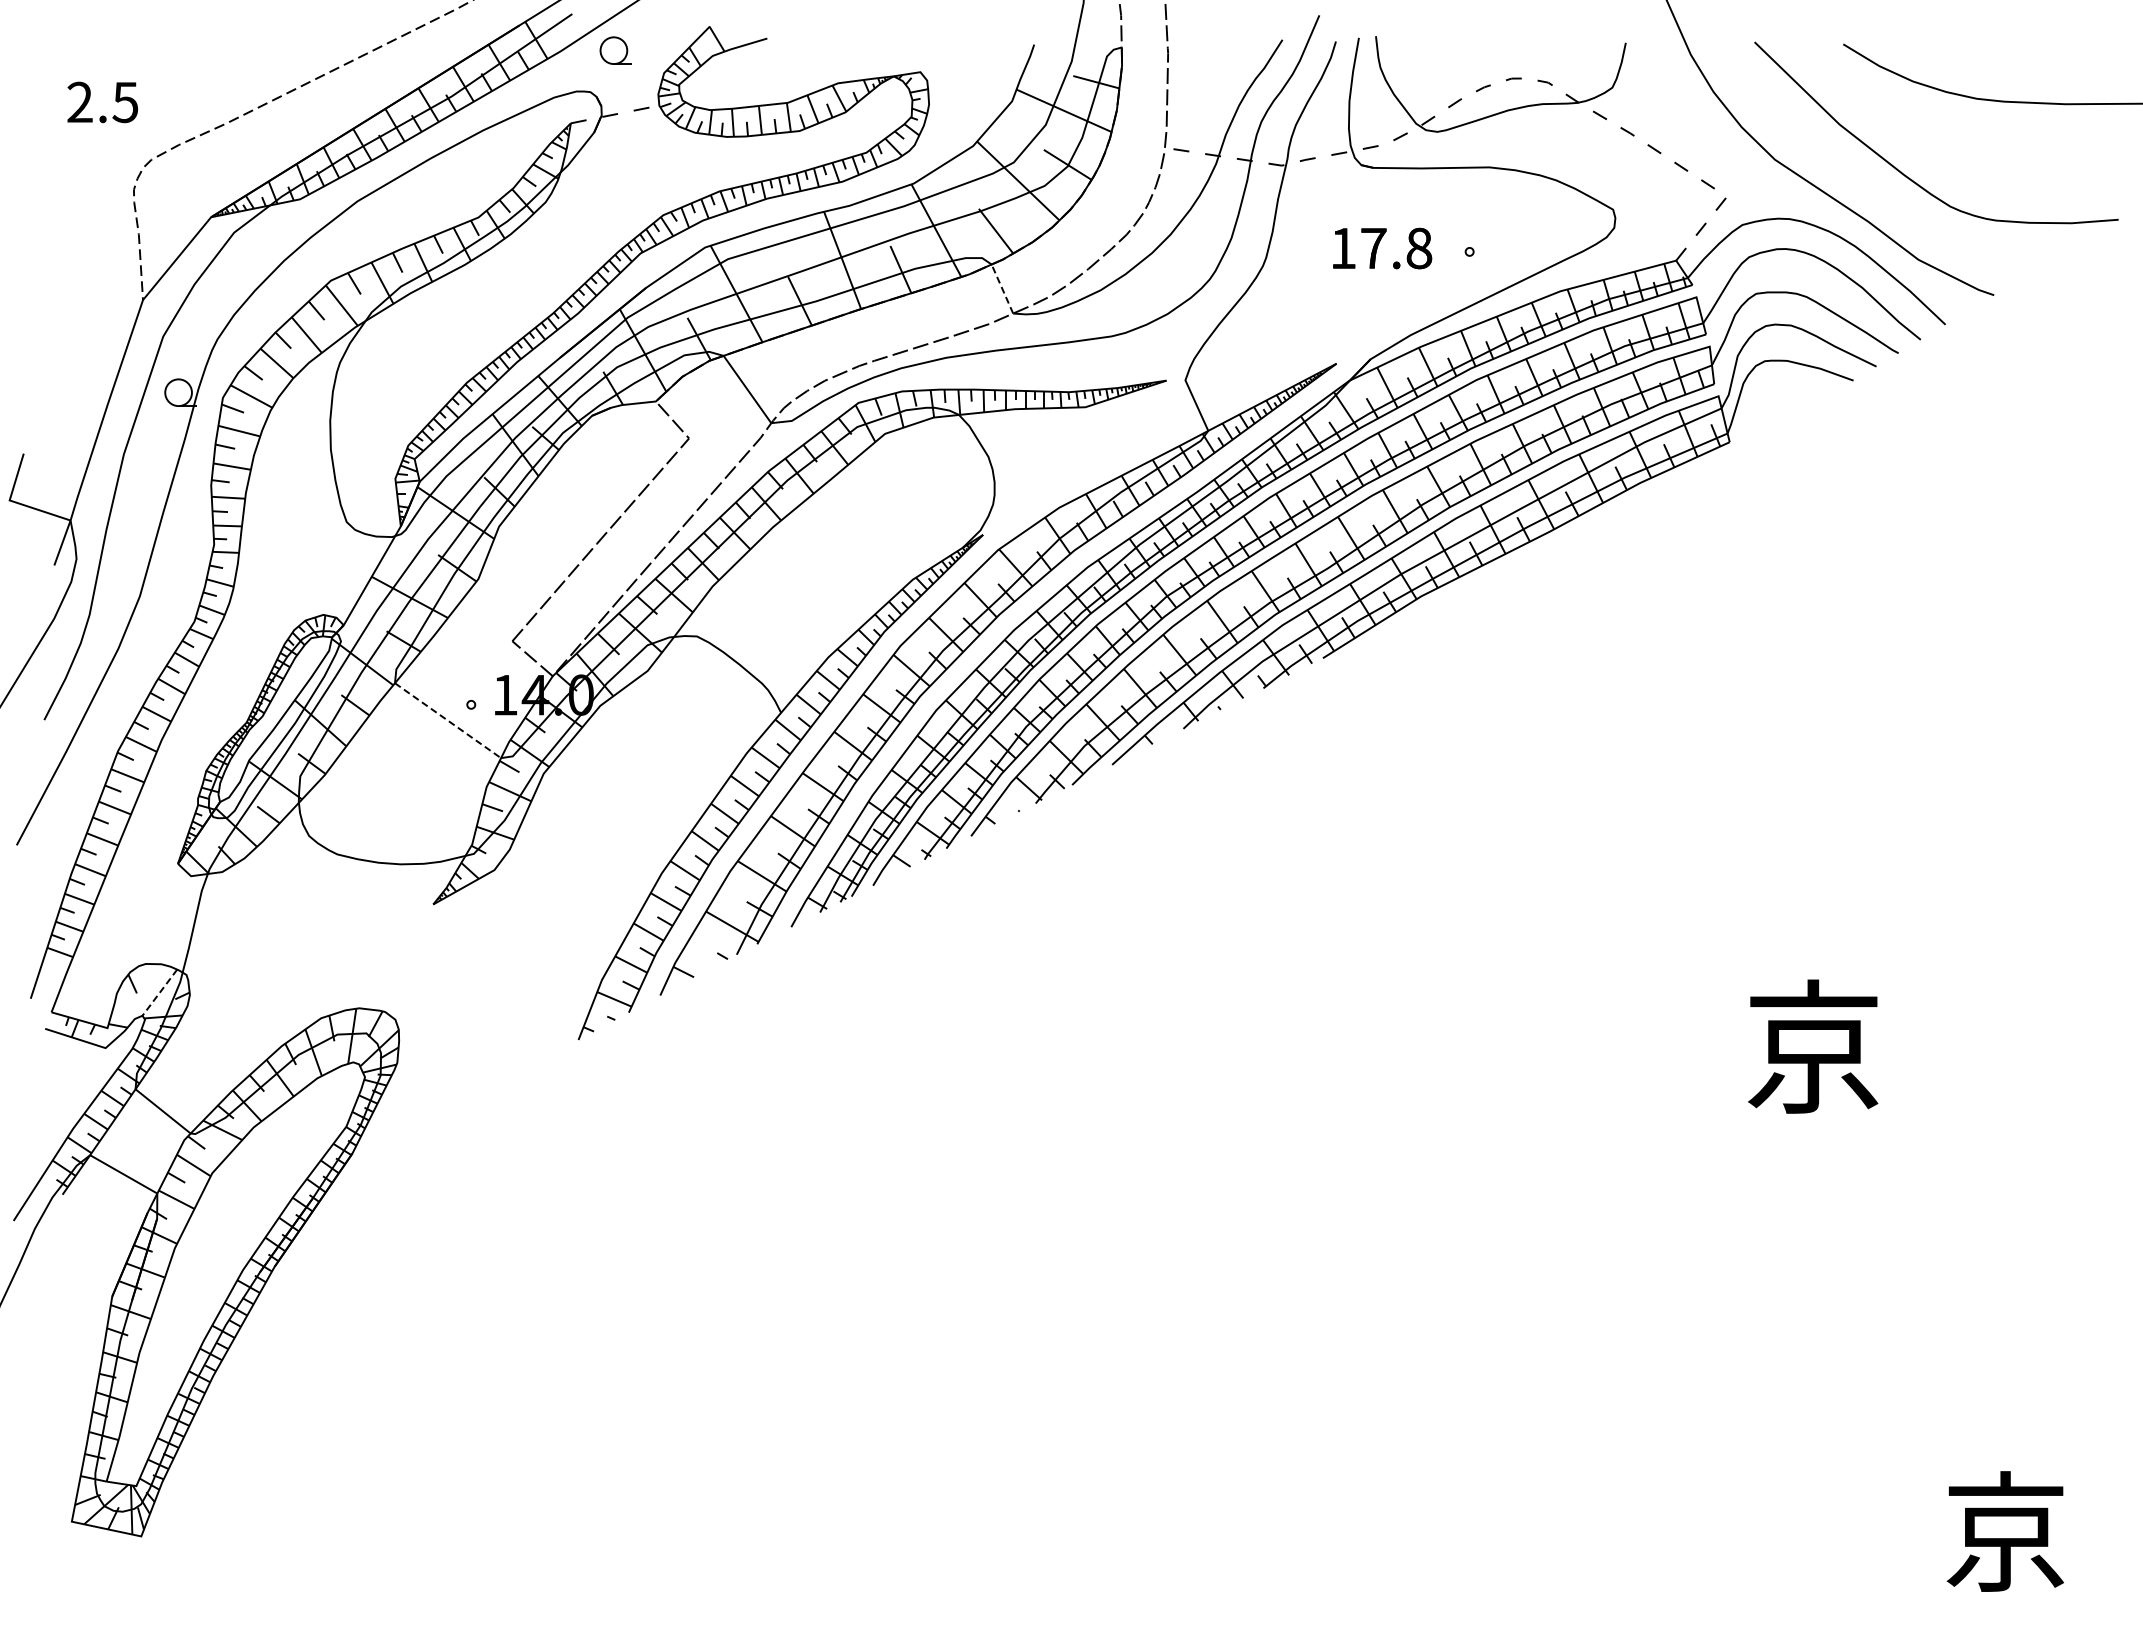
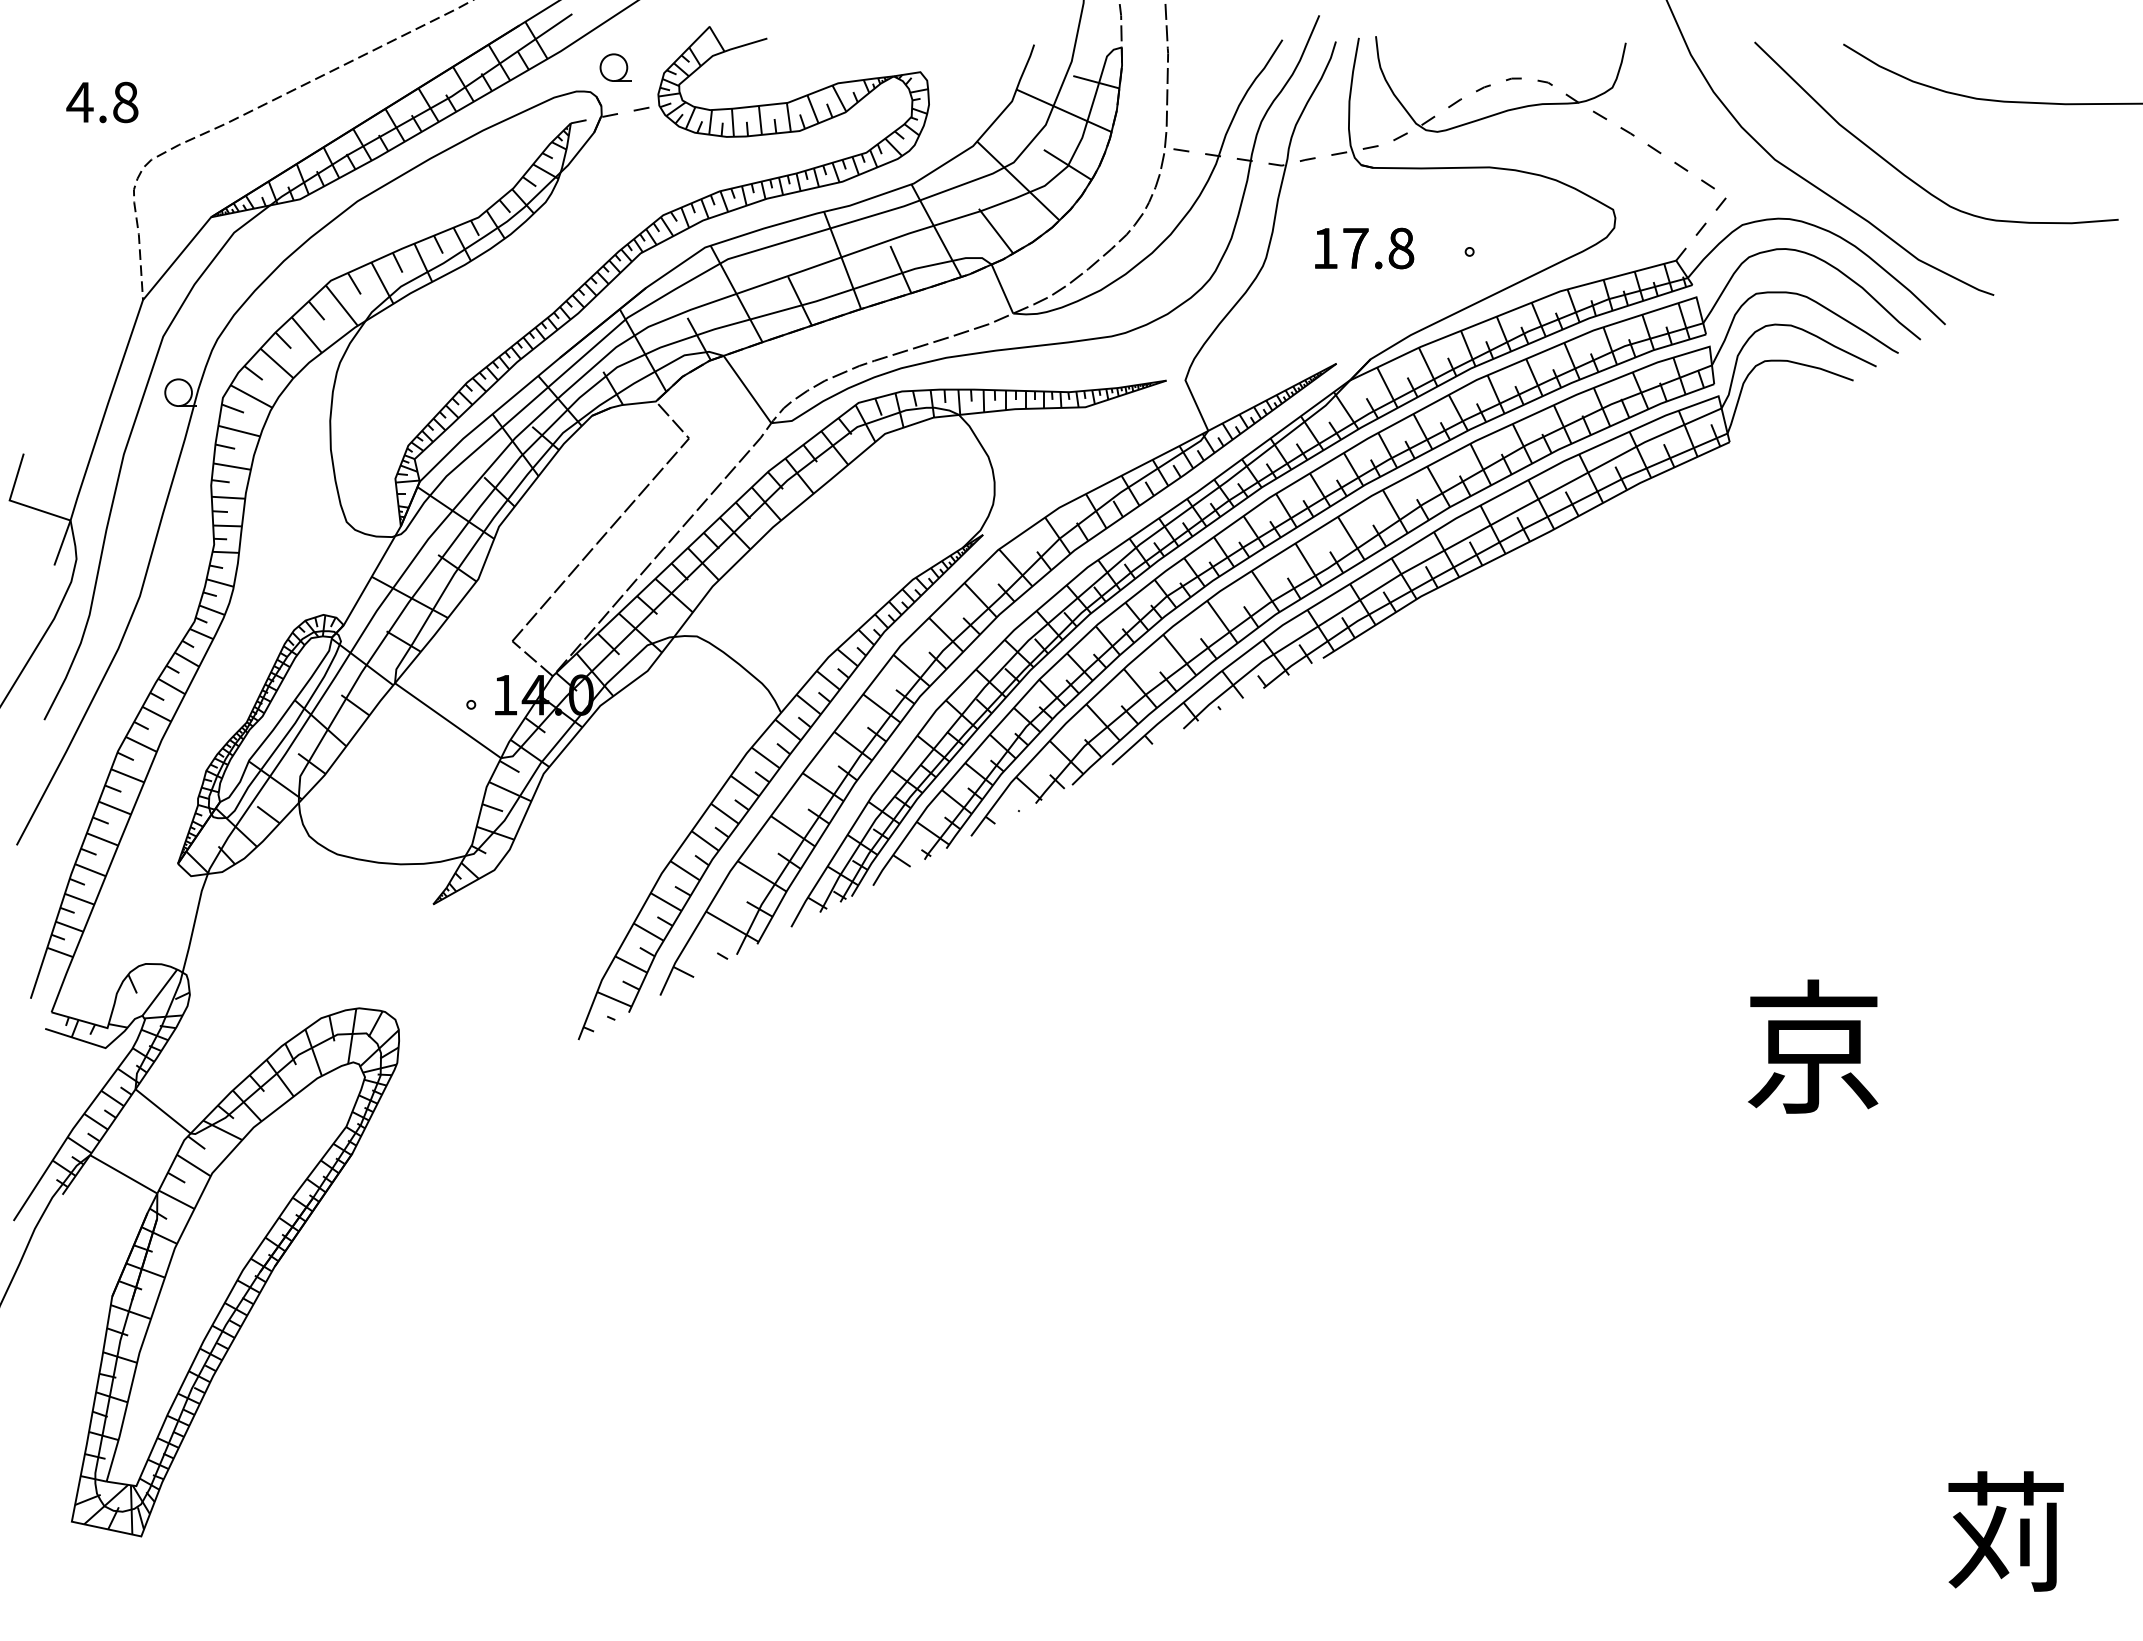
part at (615, 50) position: (615, 50) -> (615, 67)
text at (102, 102): 2.5 -> 4.8
text at (1382, 248) position: (1382, 248) -> (1364, 248)
line at (1002, 289): dashed -> solid
line at (448, 720): dashed -> solid
line at (159, 992): dashed -> solid
text at (2005, 1531): 京 -> 苅
